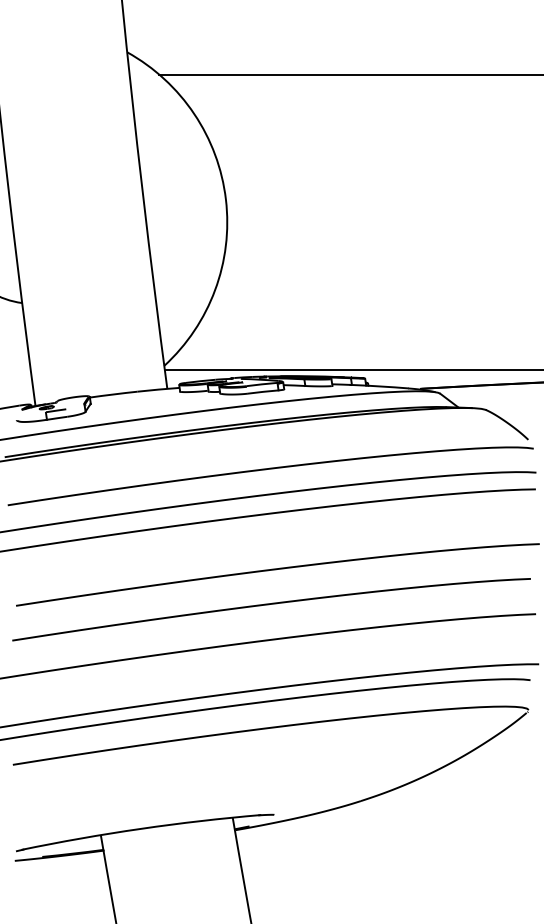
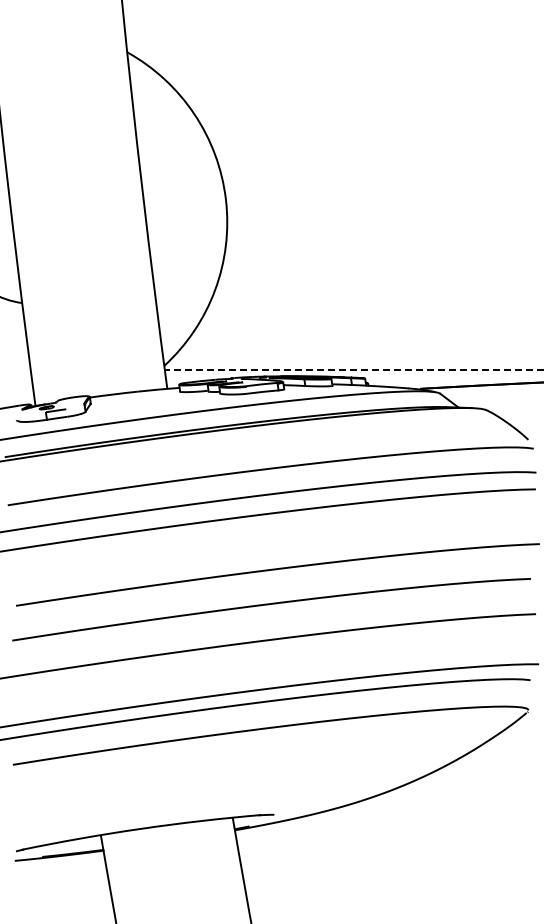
line at (349, 74): present -> none
line at (353, 370): solid -> dashed
